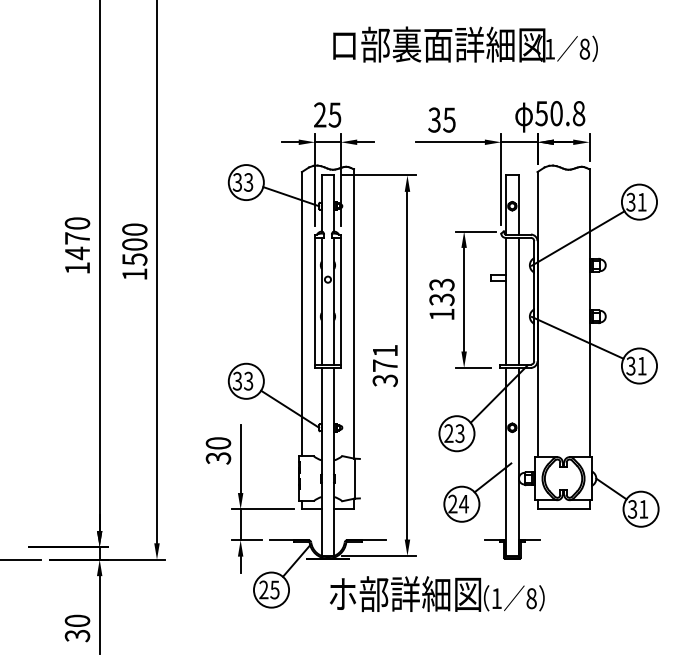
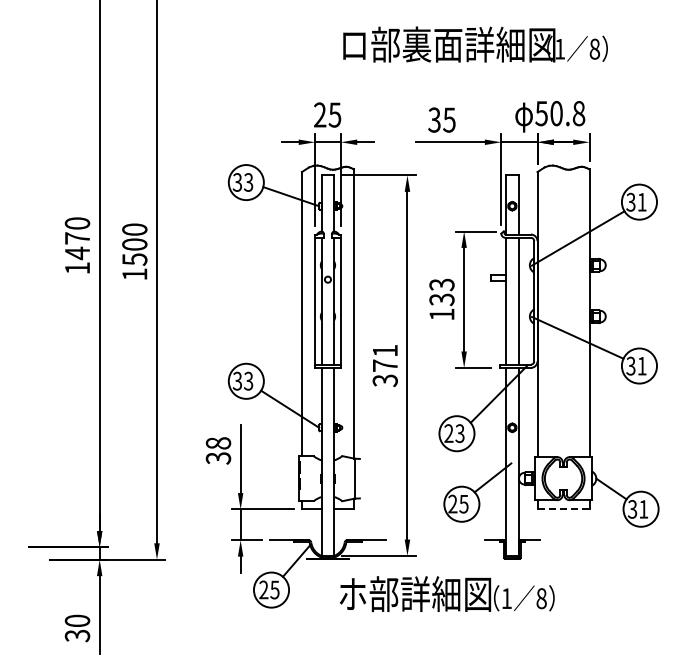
text at (465, 44) position: (465, 44) -> (475, 44)
text at (218, 443): 30 -> 38
text at (463, 504): 24 -> 25
line at (564, 509): solid -> dashed
line at (21, 559): present -> none
text at (437, 593) position: (437, 593) -> (447, 593)
